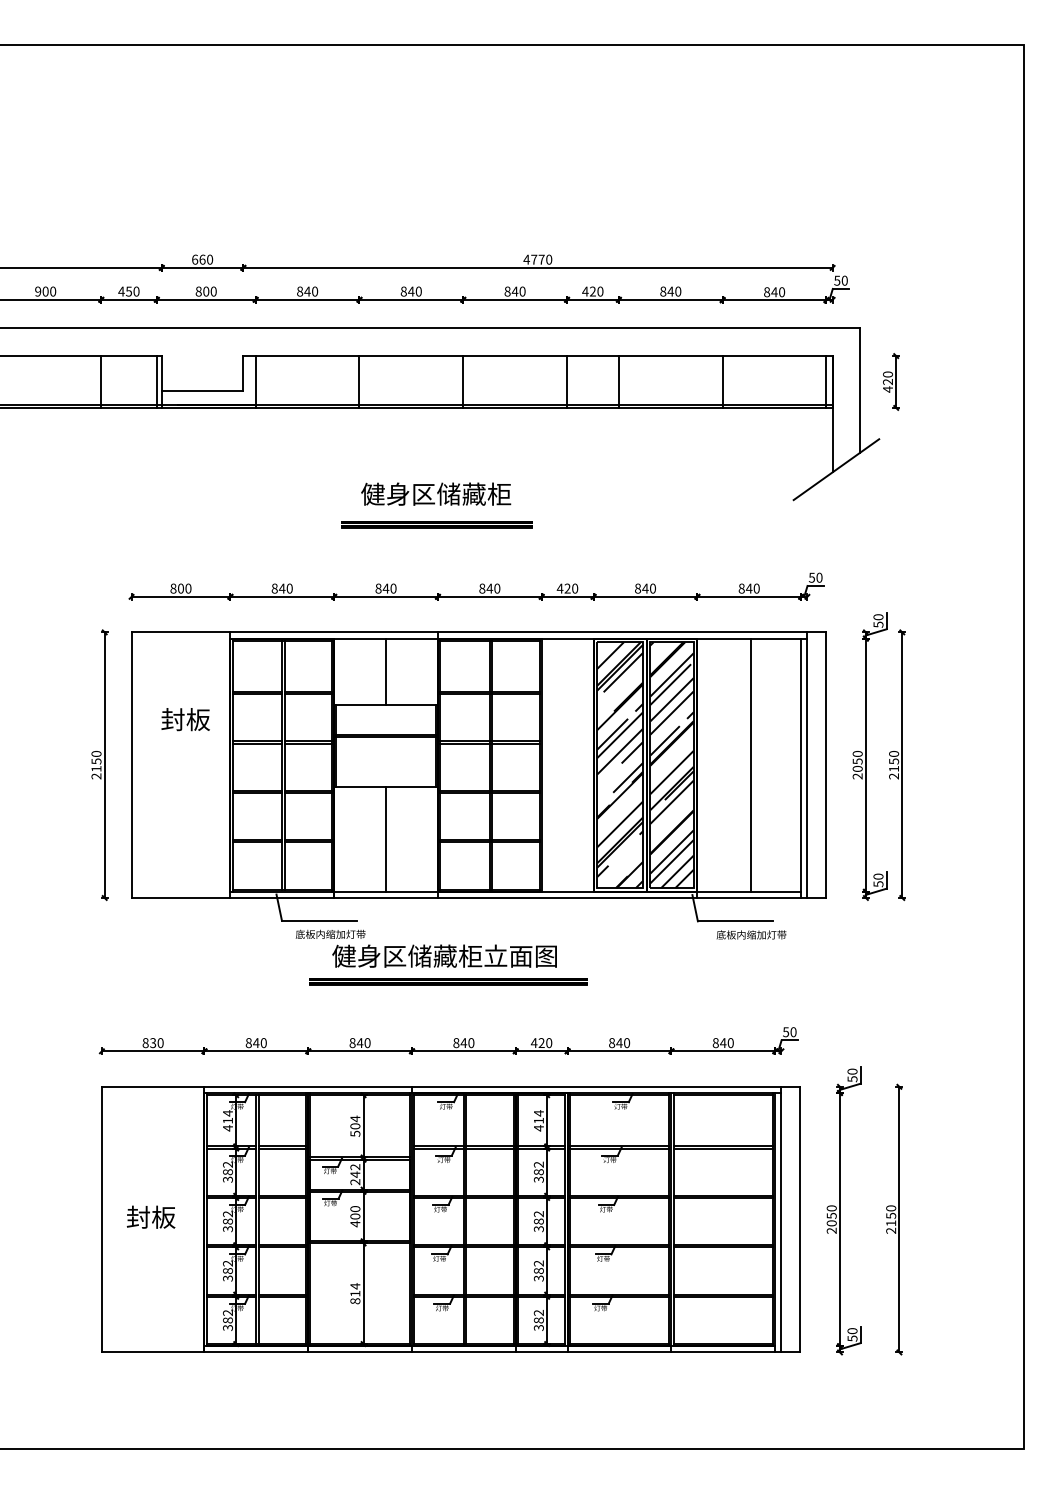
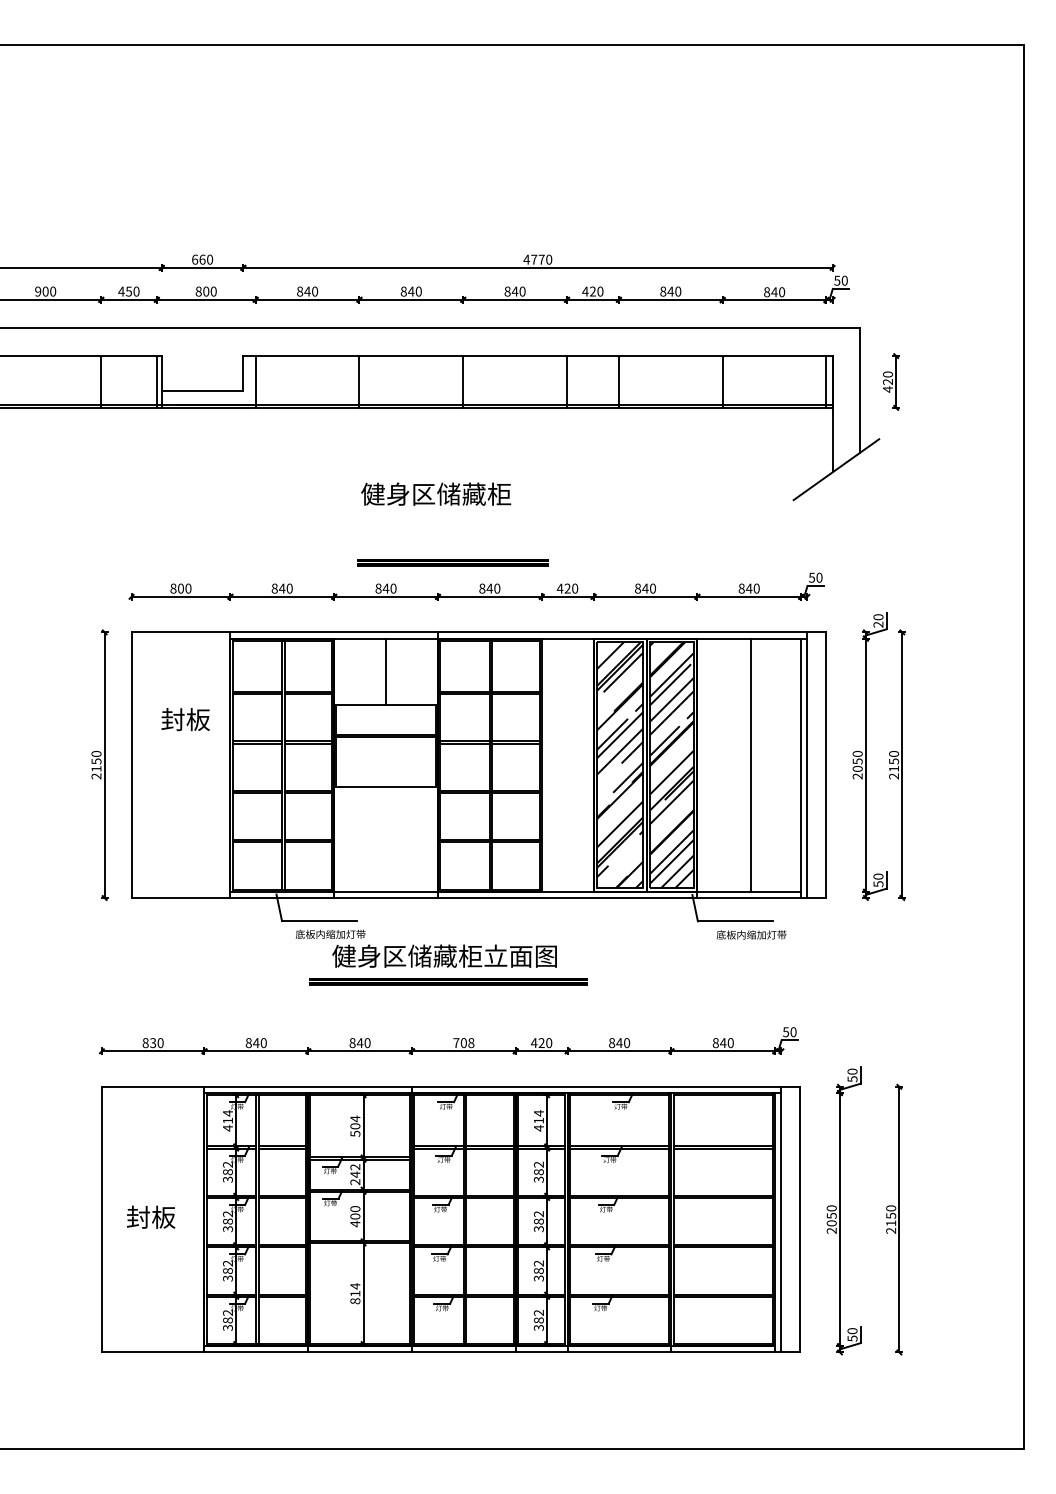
part at (436, 524) position: (436, 524) -> (452, 562)
text at (878, 624): 50 -> 20
line at (386, 838): present -> none
text at (463, 1043): 840 -> 708
